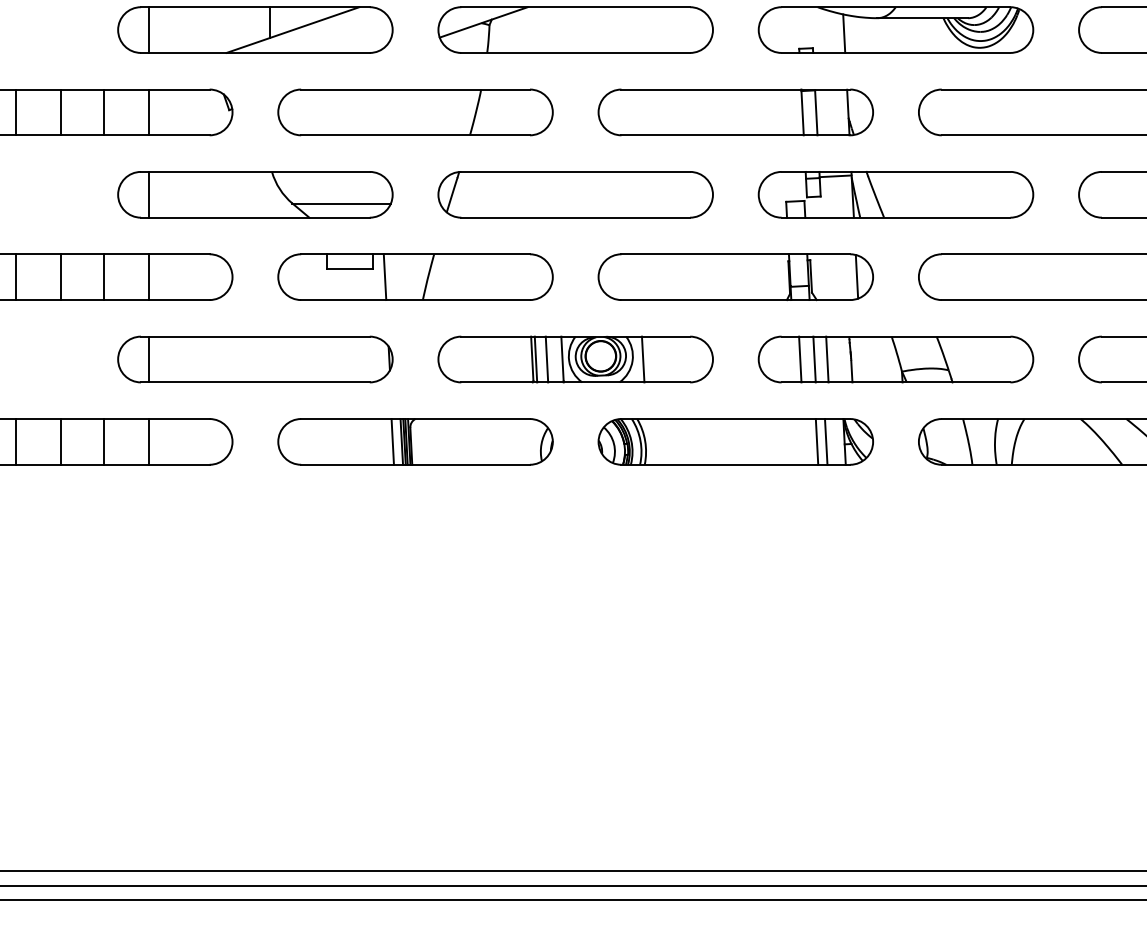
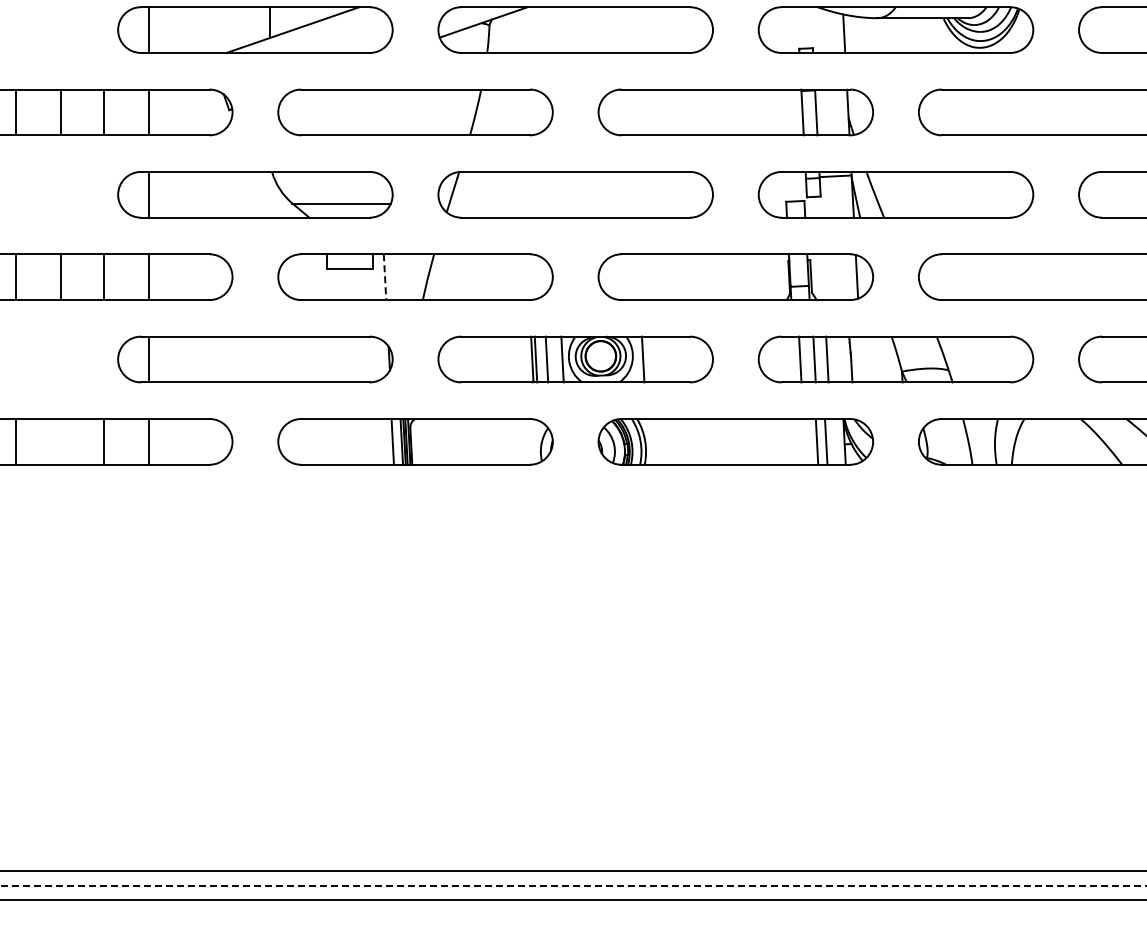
line at (385, 277): solid -> dashed
line at (61, 441): present -> none
line at (573, 885): solid -> dashed
